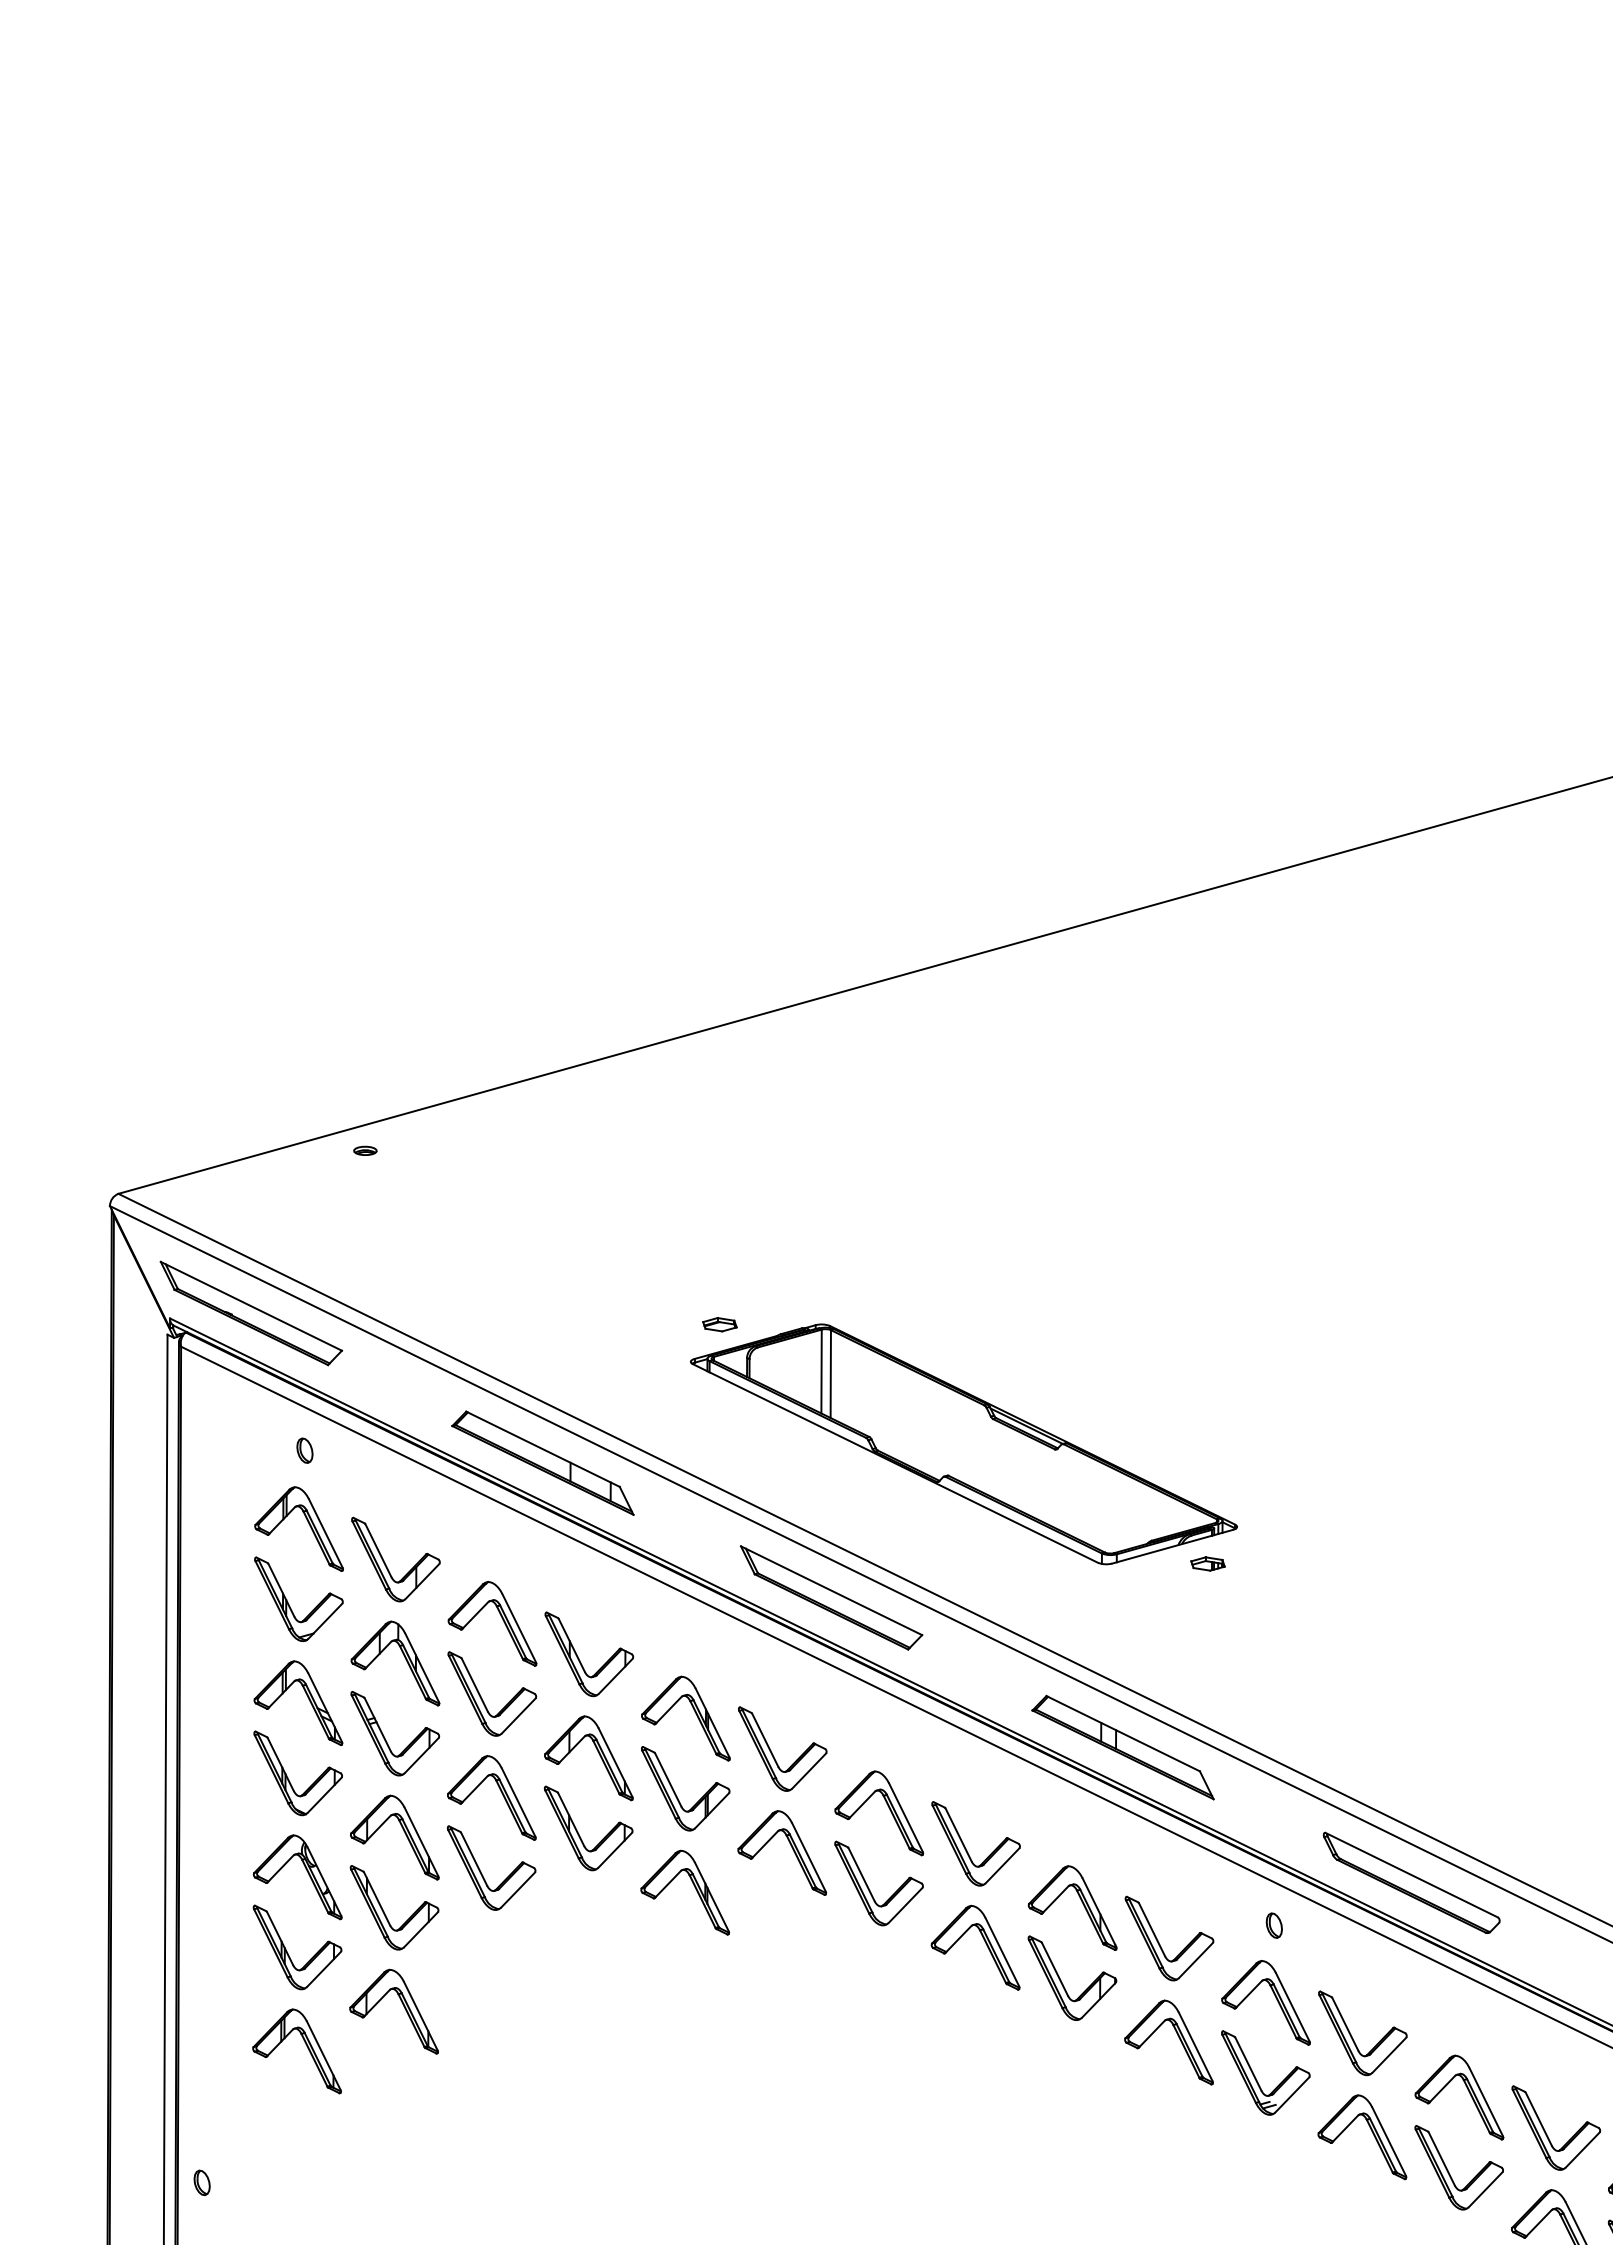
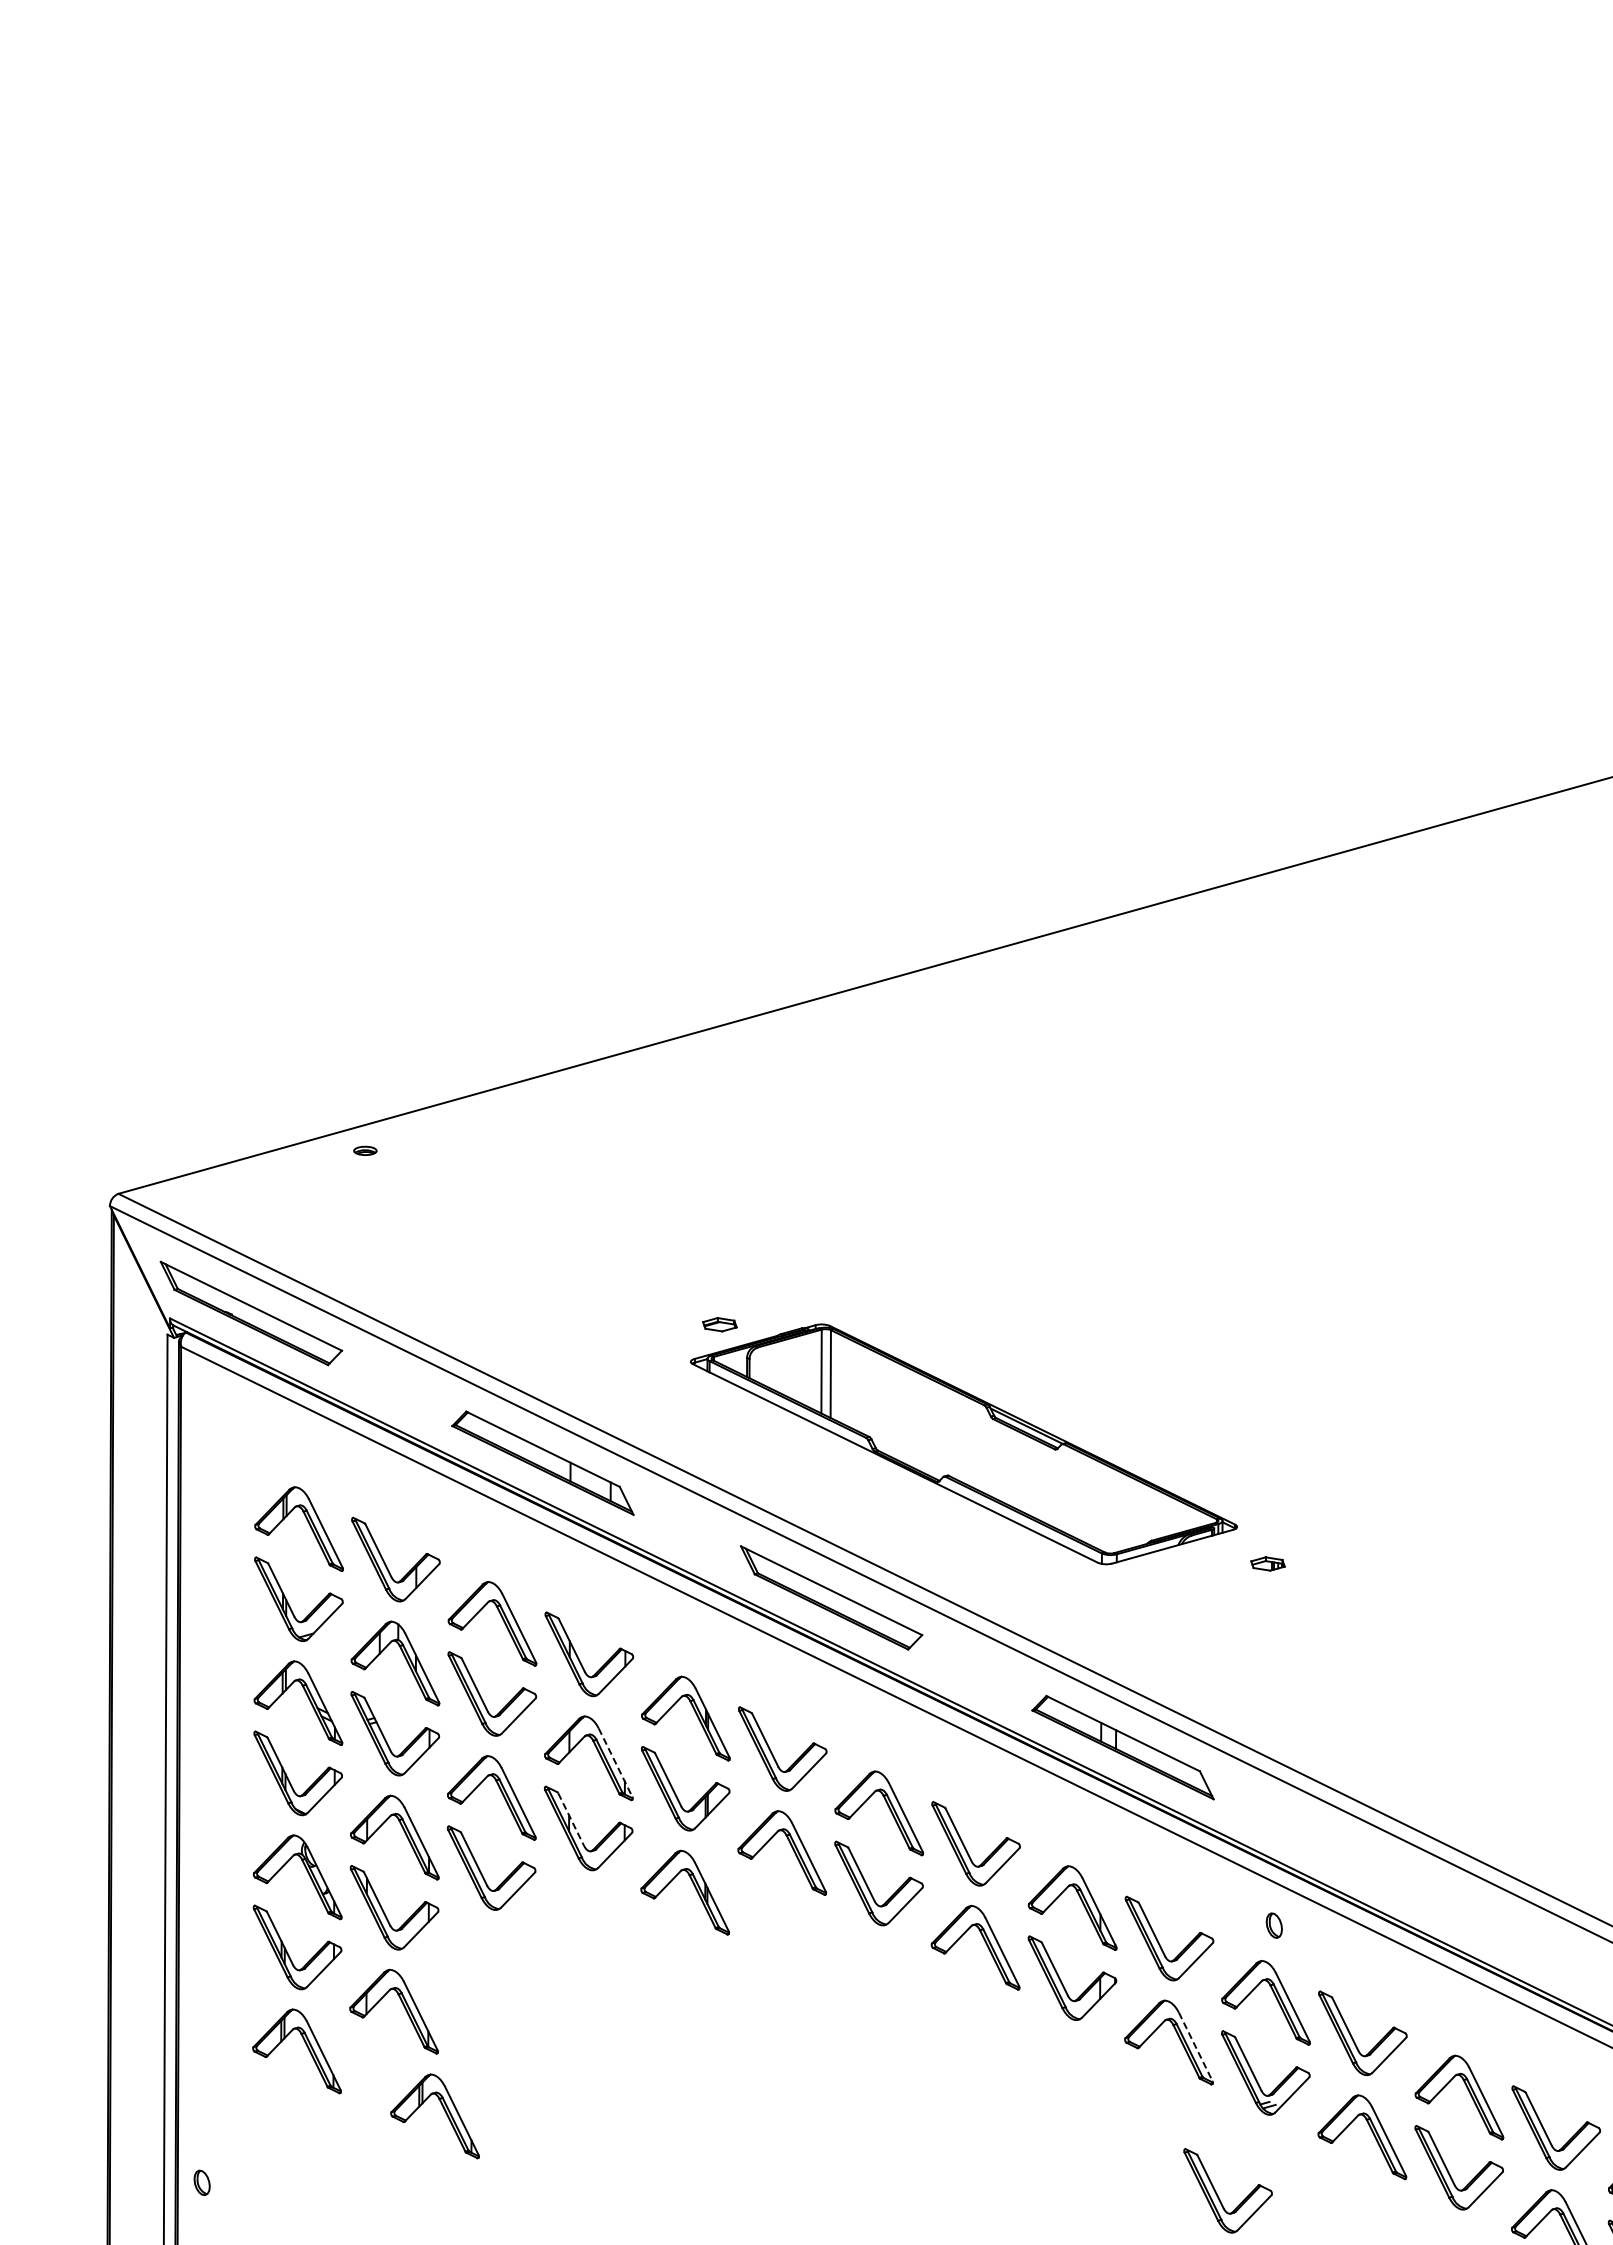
part at (304, 1450): present -> none
part at (1207, 1563) position: (1207, 1563) -> (1267, 1563)
line at (615, 1762): solid -> dashed
line at (571, 1820): solid -> dashed
part at (1411, 1882): present -> none
line at (1195, 2046): solid -> dashed
part at (444, 2111): none -> present
part at (1218, 2195): none -> present
